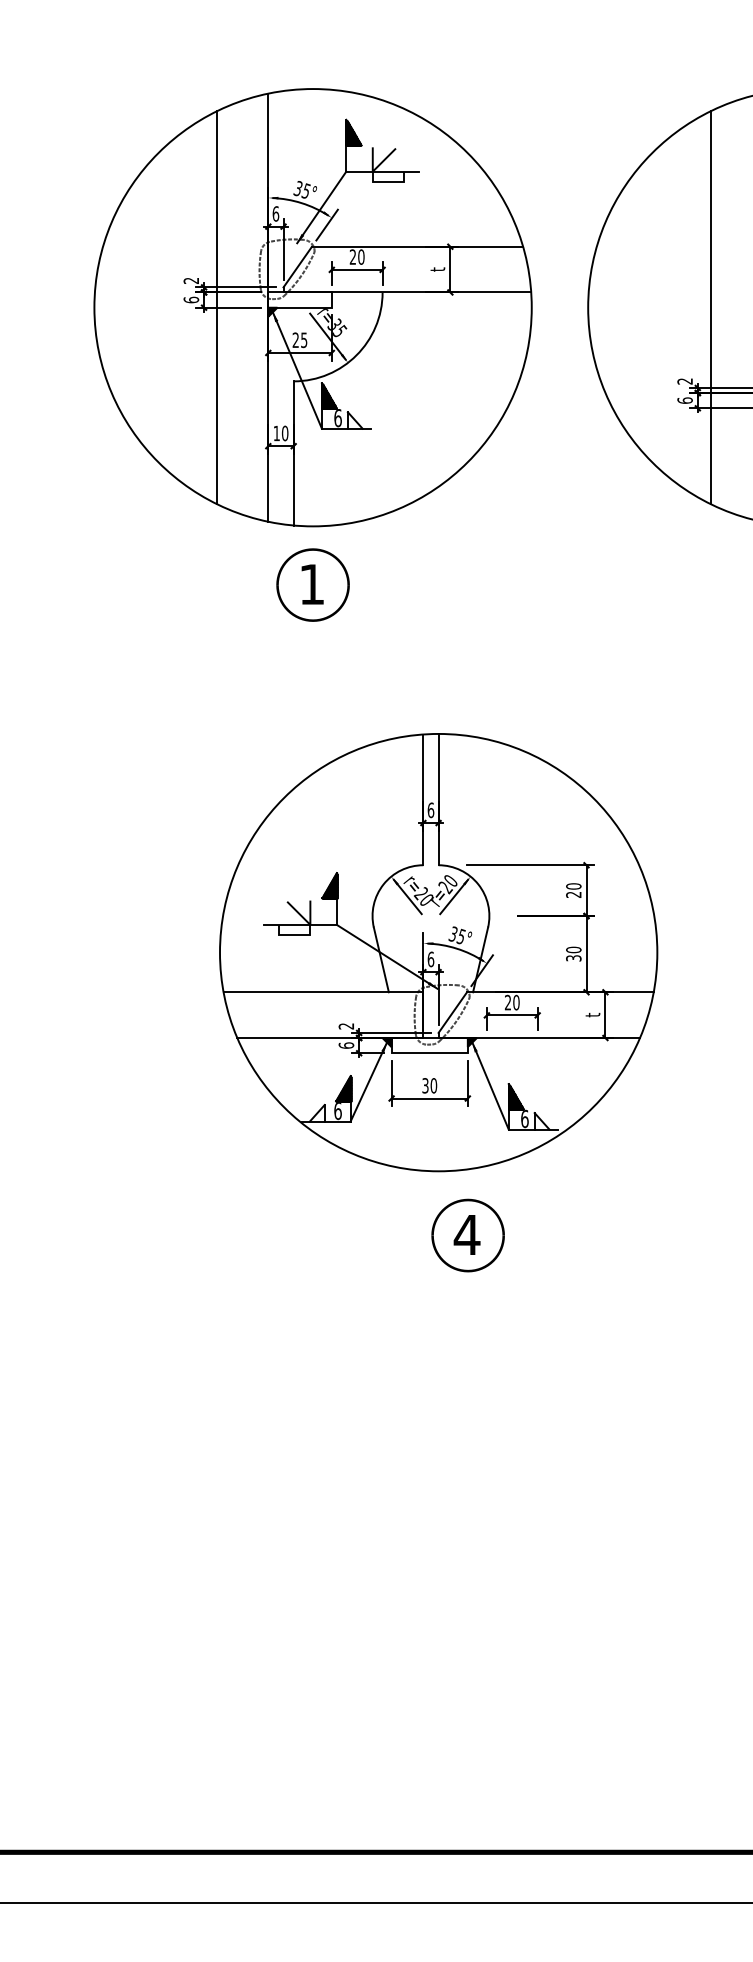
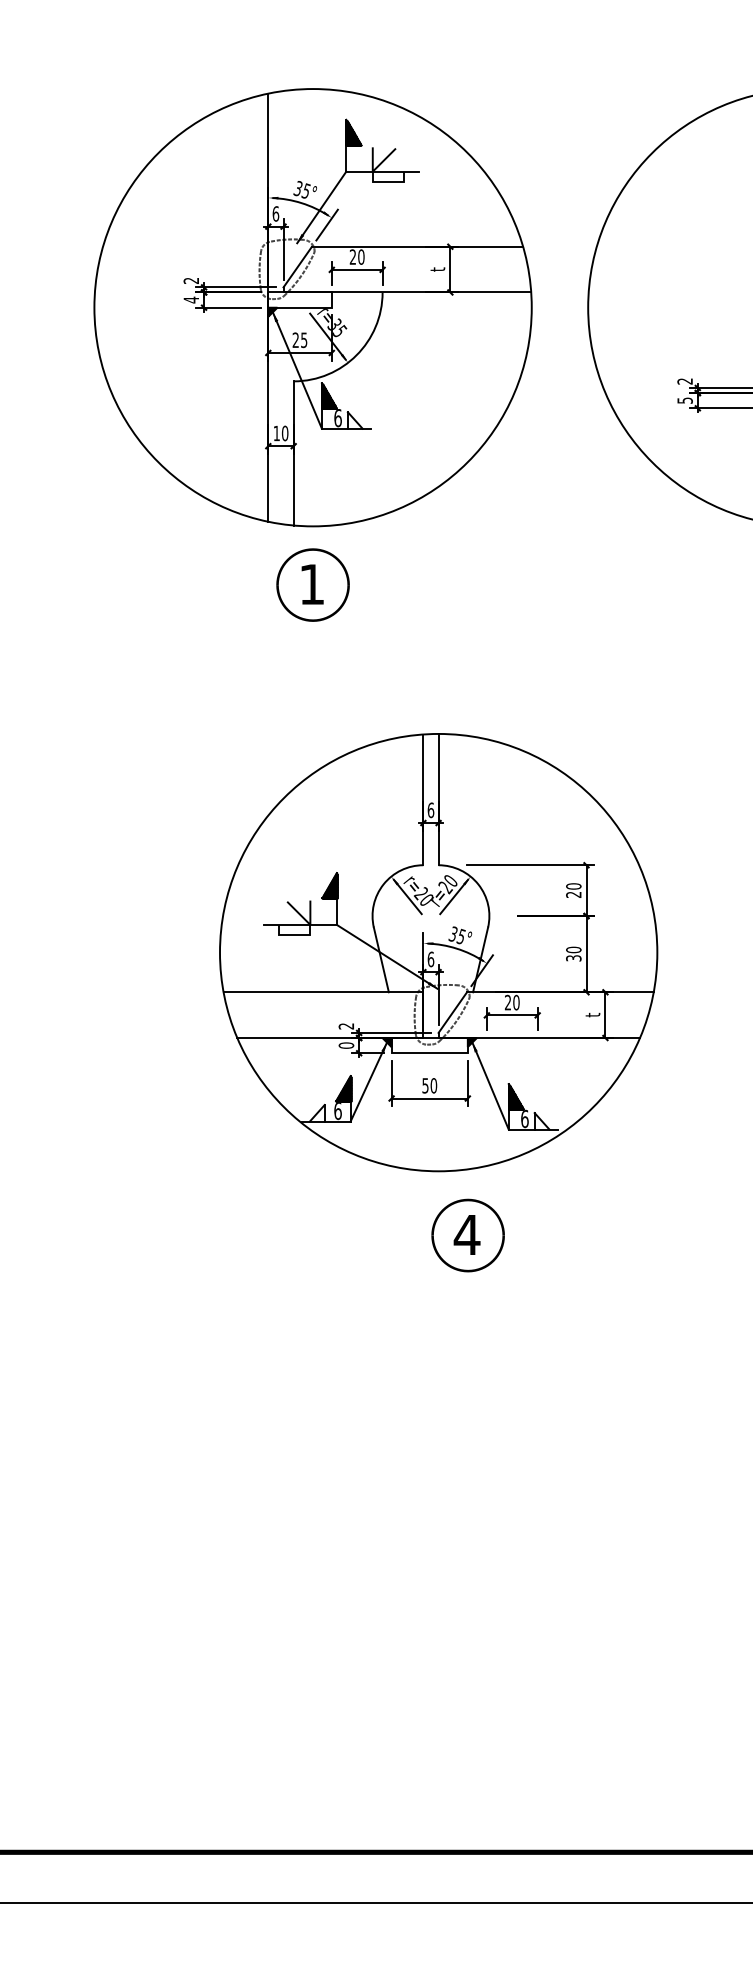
text at (191, 299): 6 -> 4
line at (217, 307): present -> none
line at (711, 307): present -> none
text at (684, 400): 6 -> 5
text at (345, 1045): 6 -> 0
text at (425, 1085): 30 -> 50
